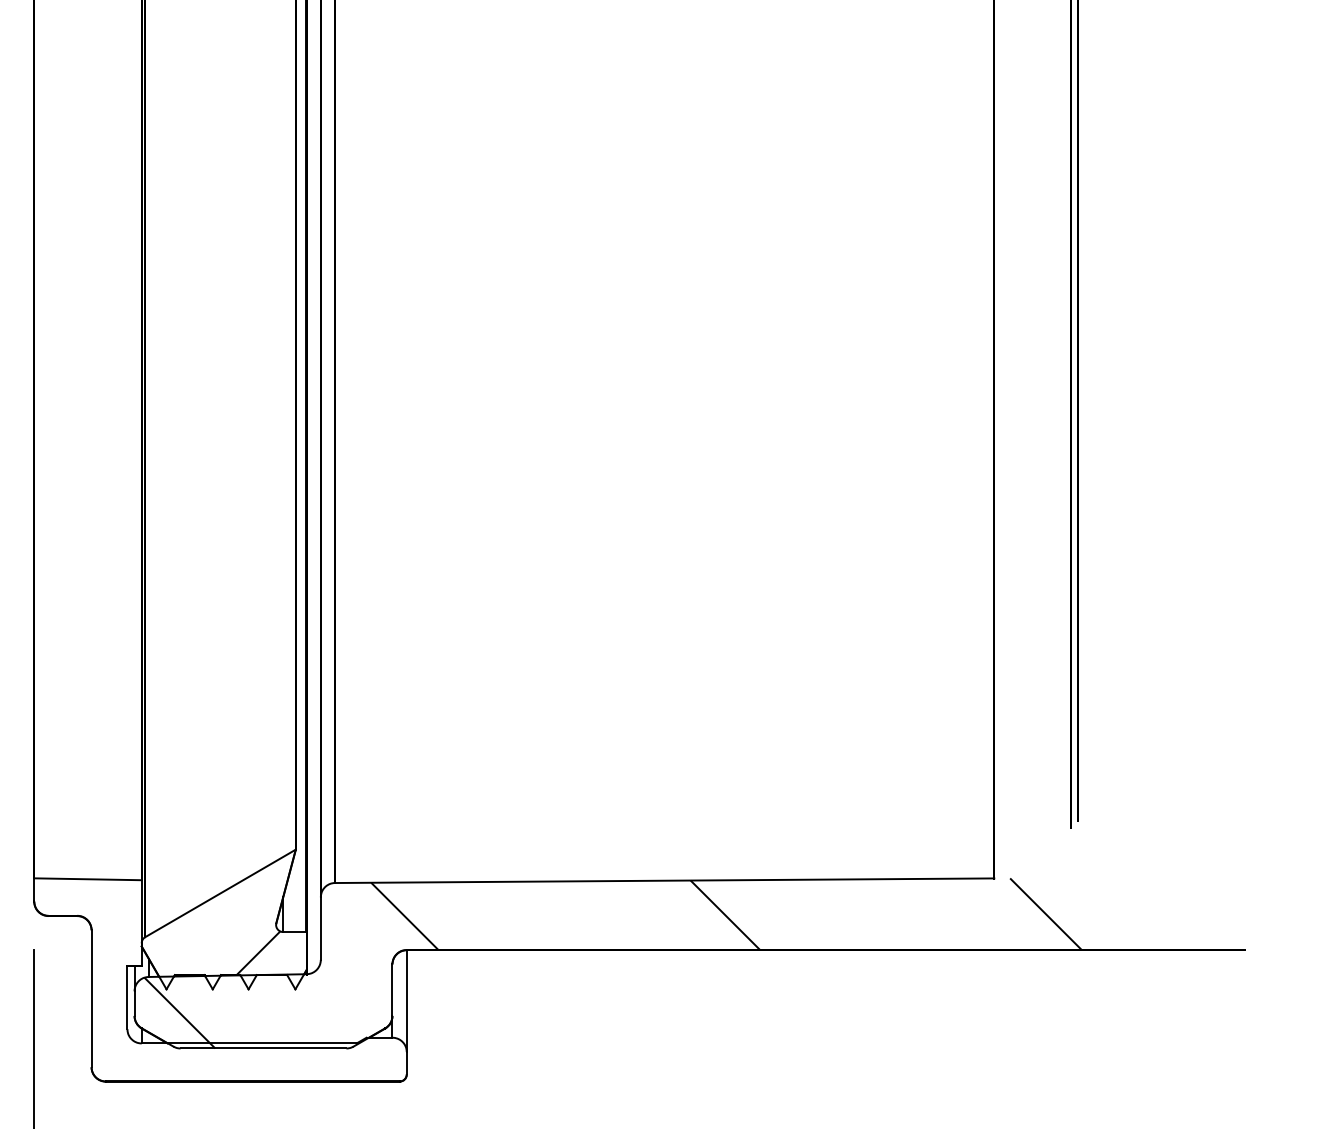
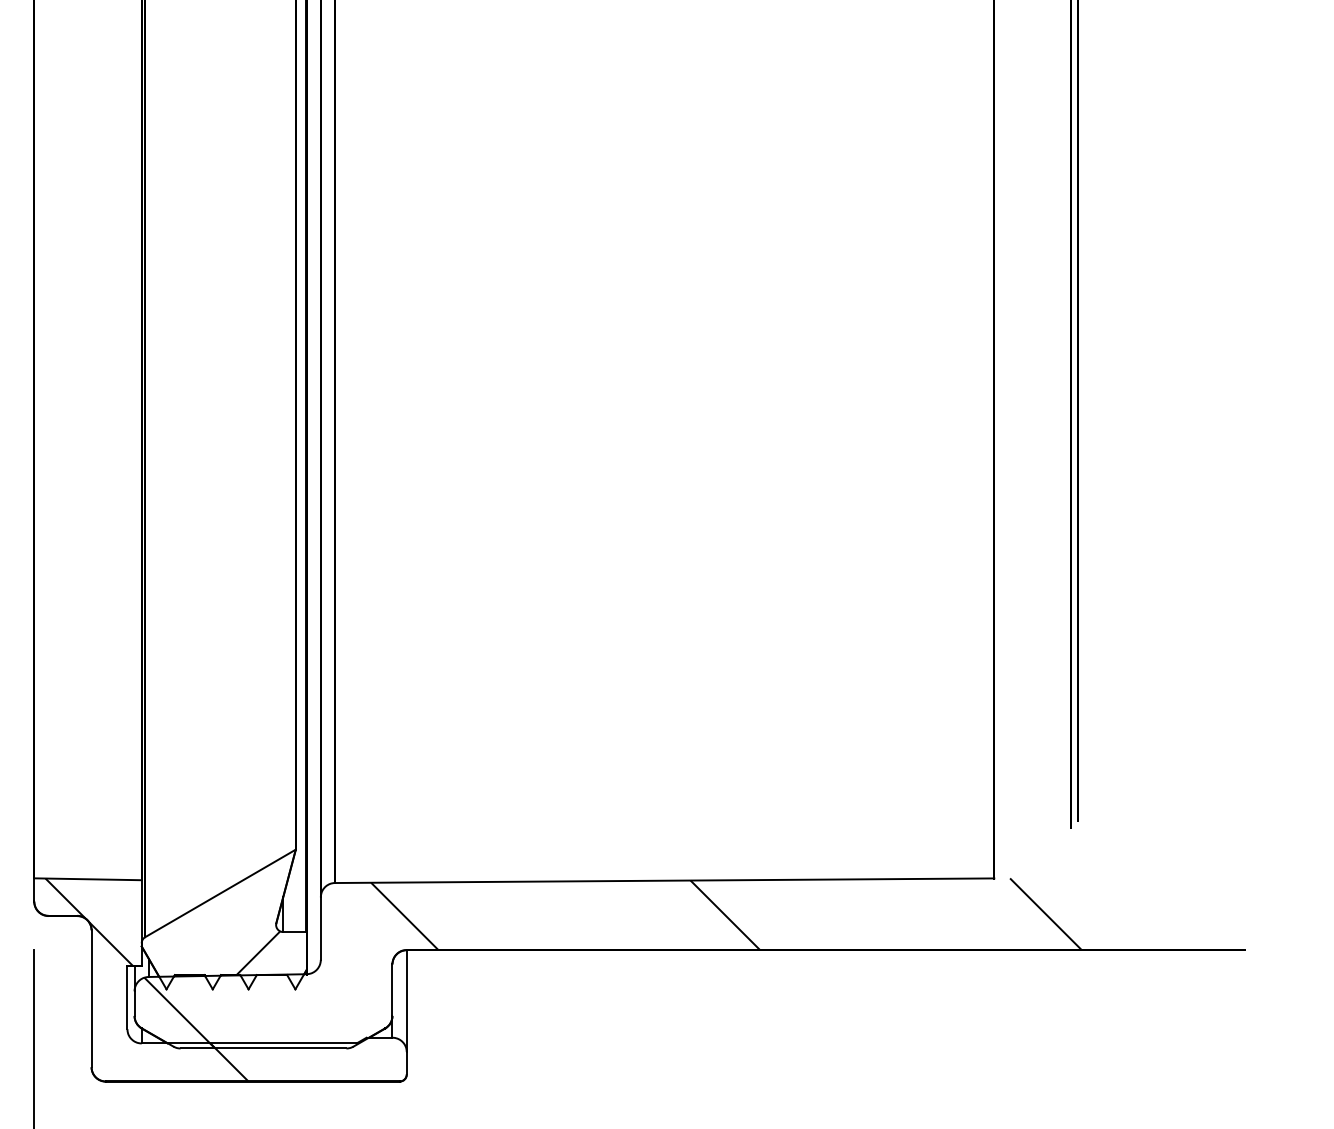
hatch at (146, 979): none -> present
